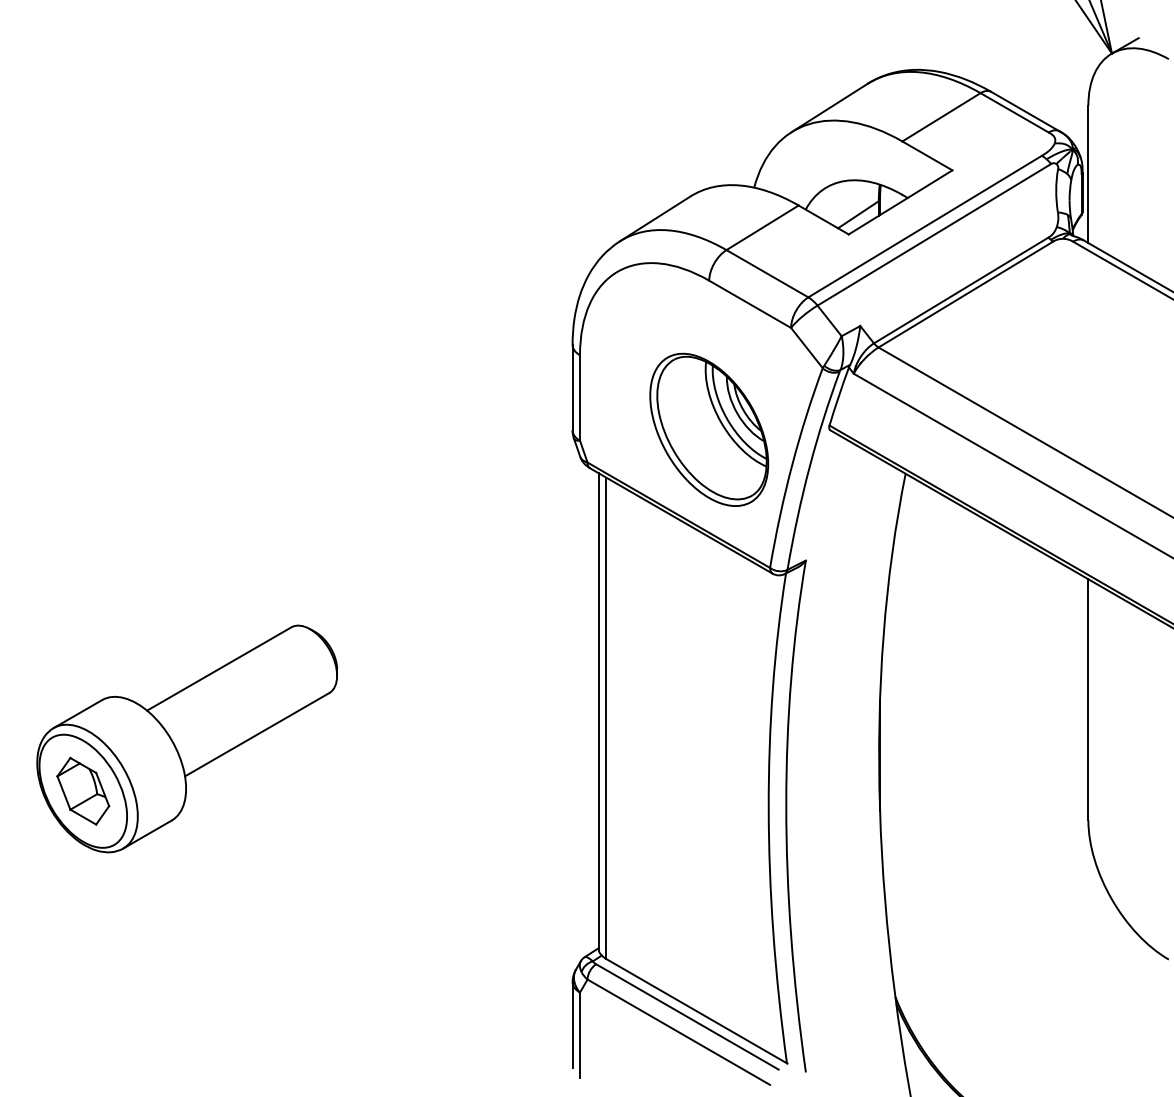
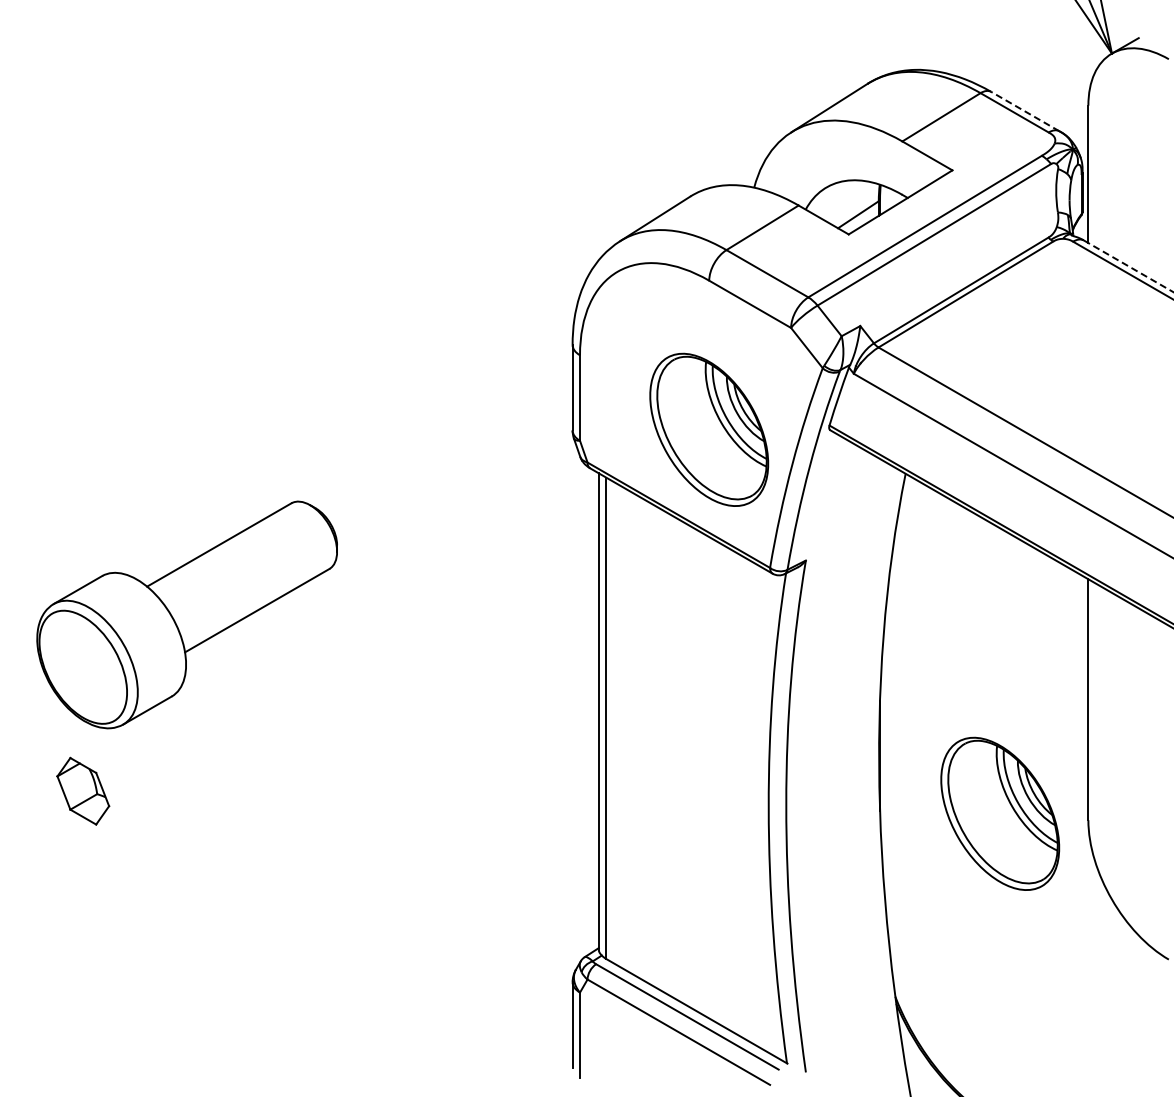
line at (1024, 111): solid -> dashed
line at (1128, 266): solid -> dashed
part at (186, 738) position: (186, 738) -> (186, 614)
part at (1000, 813): none -> present
